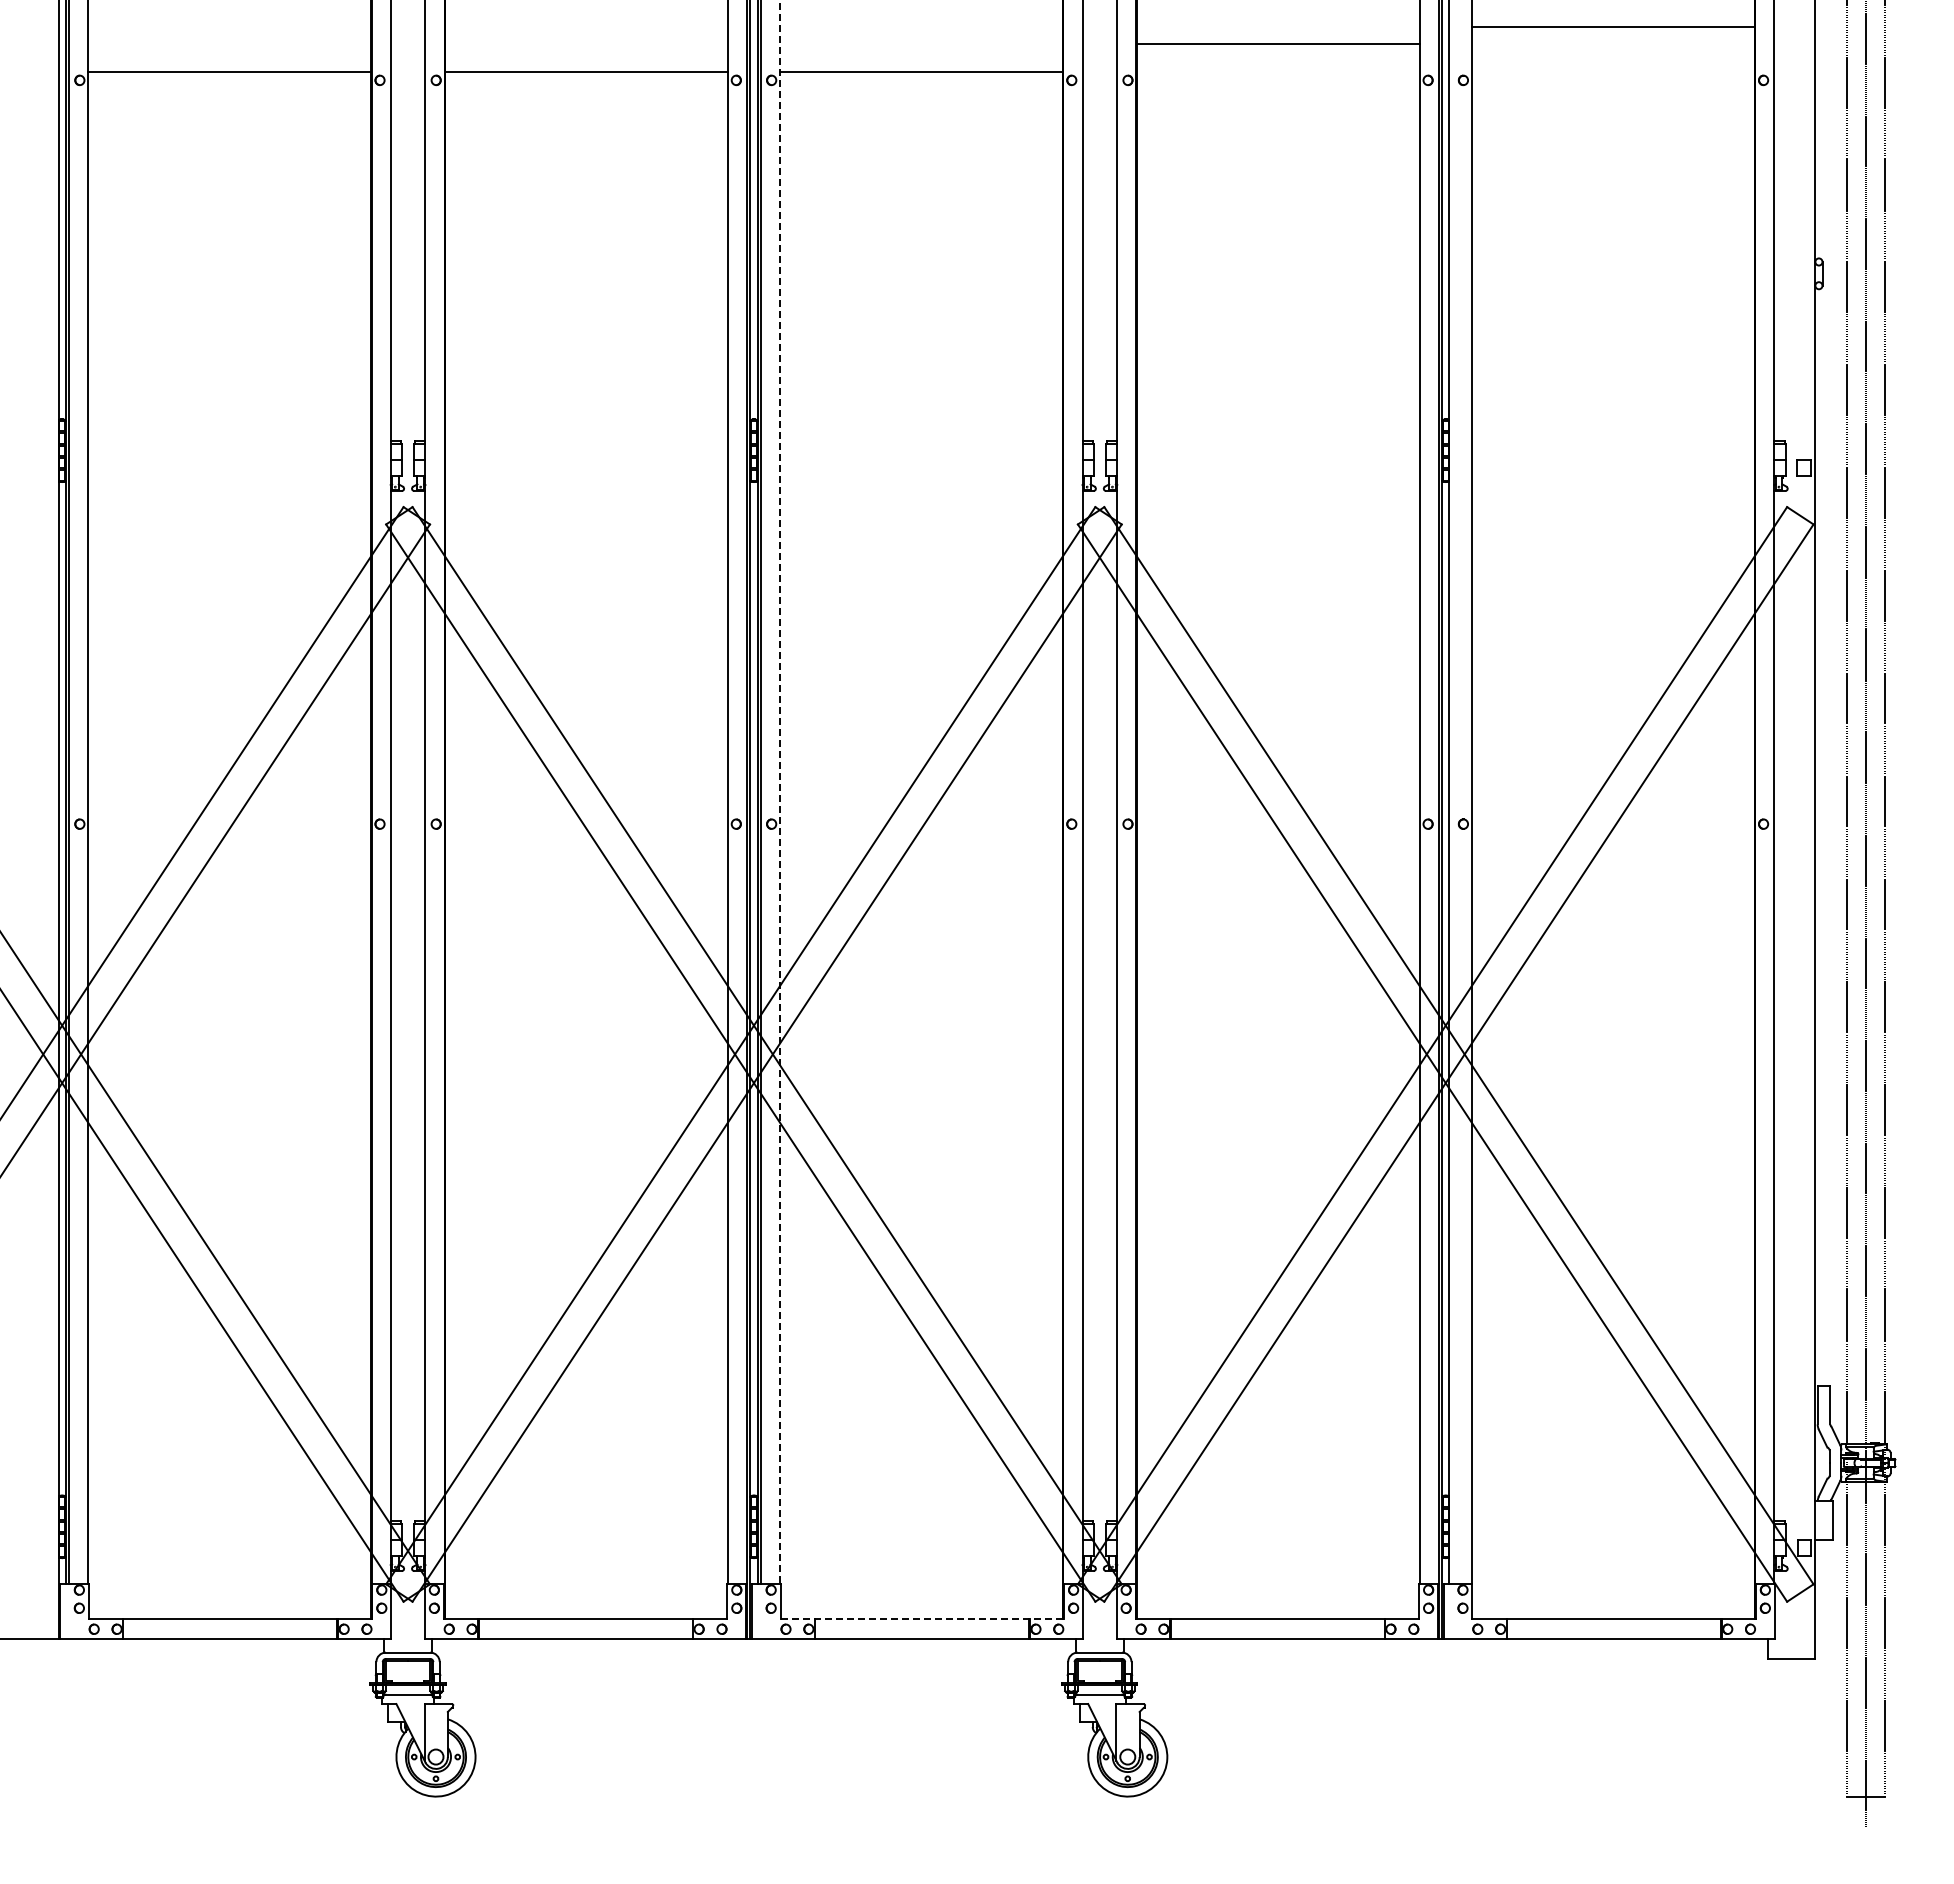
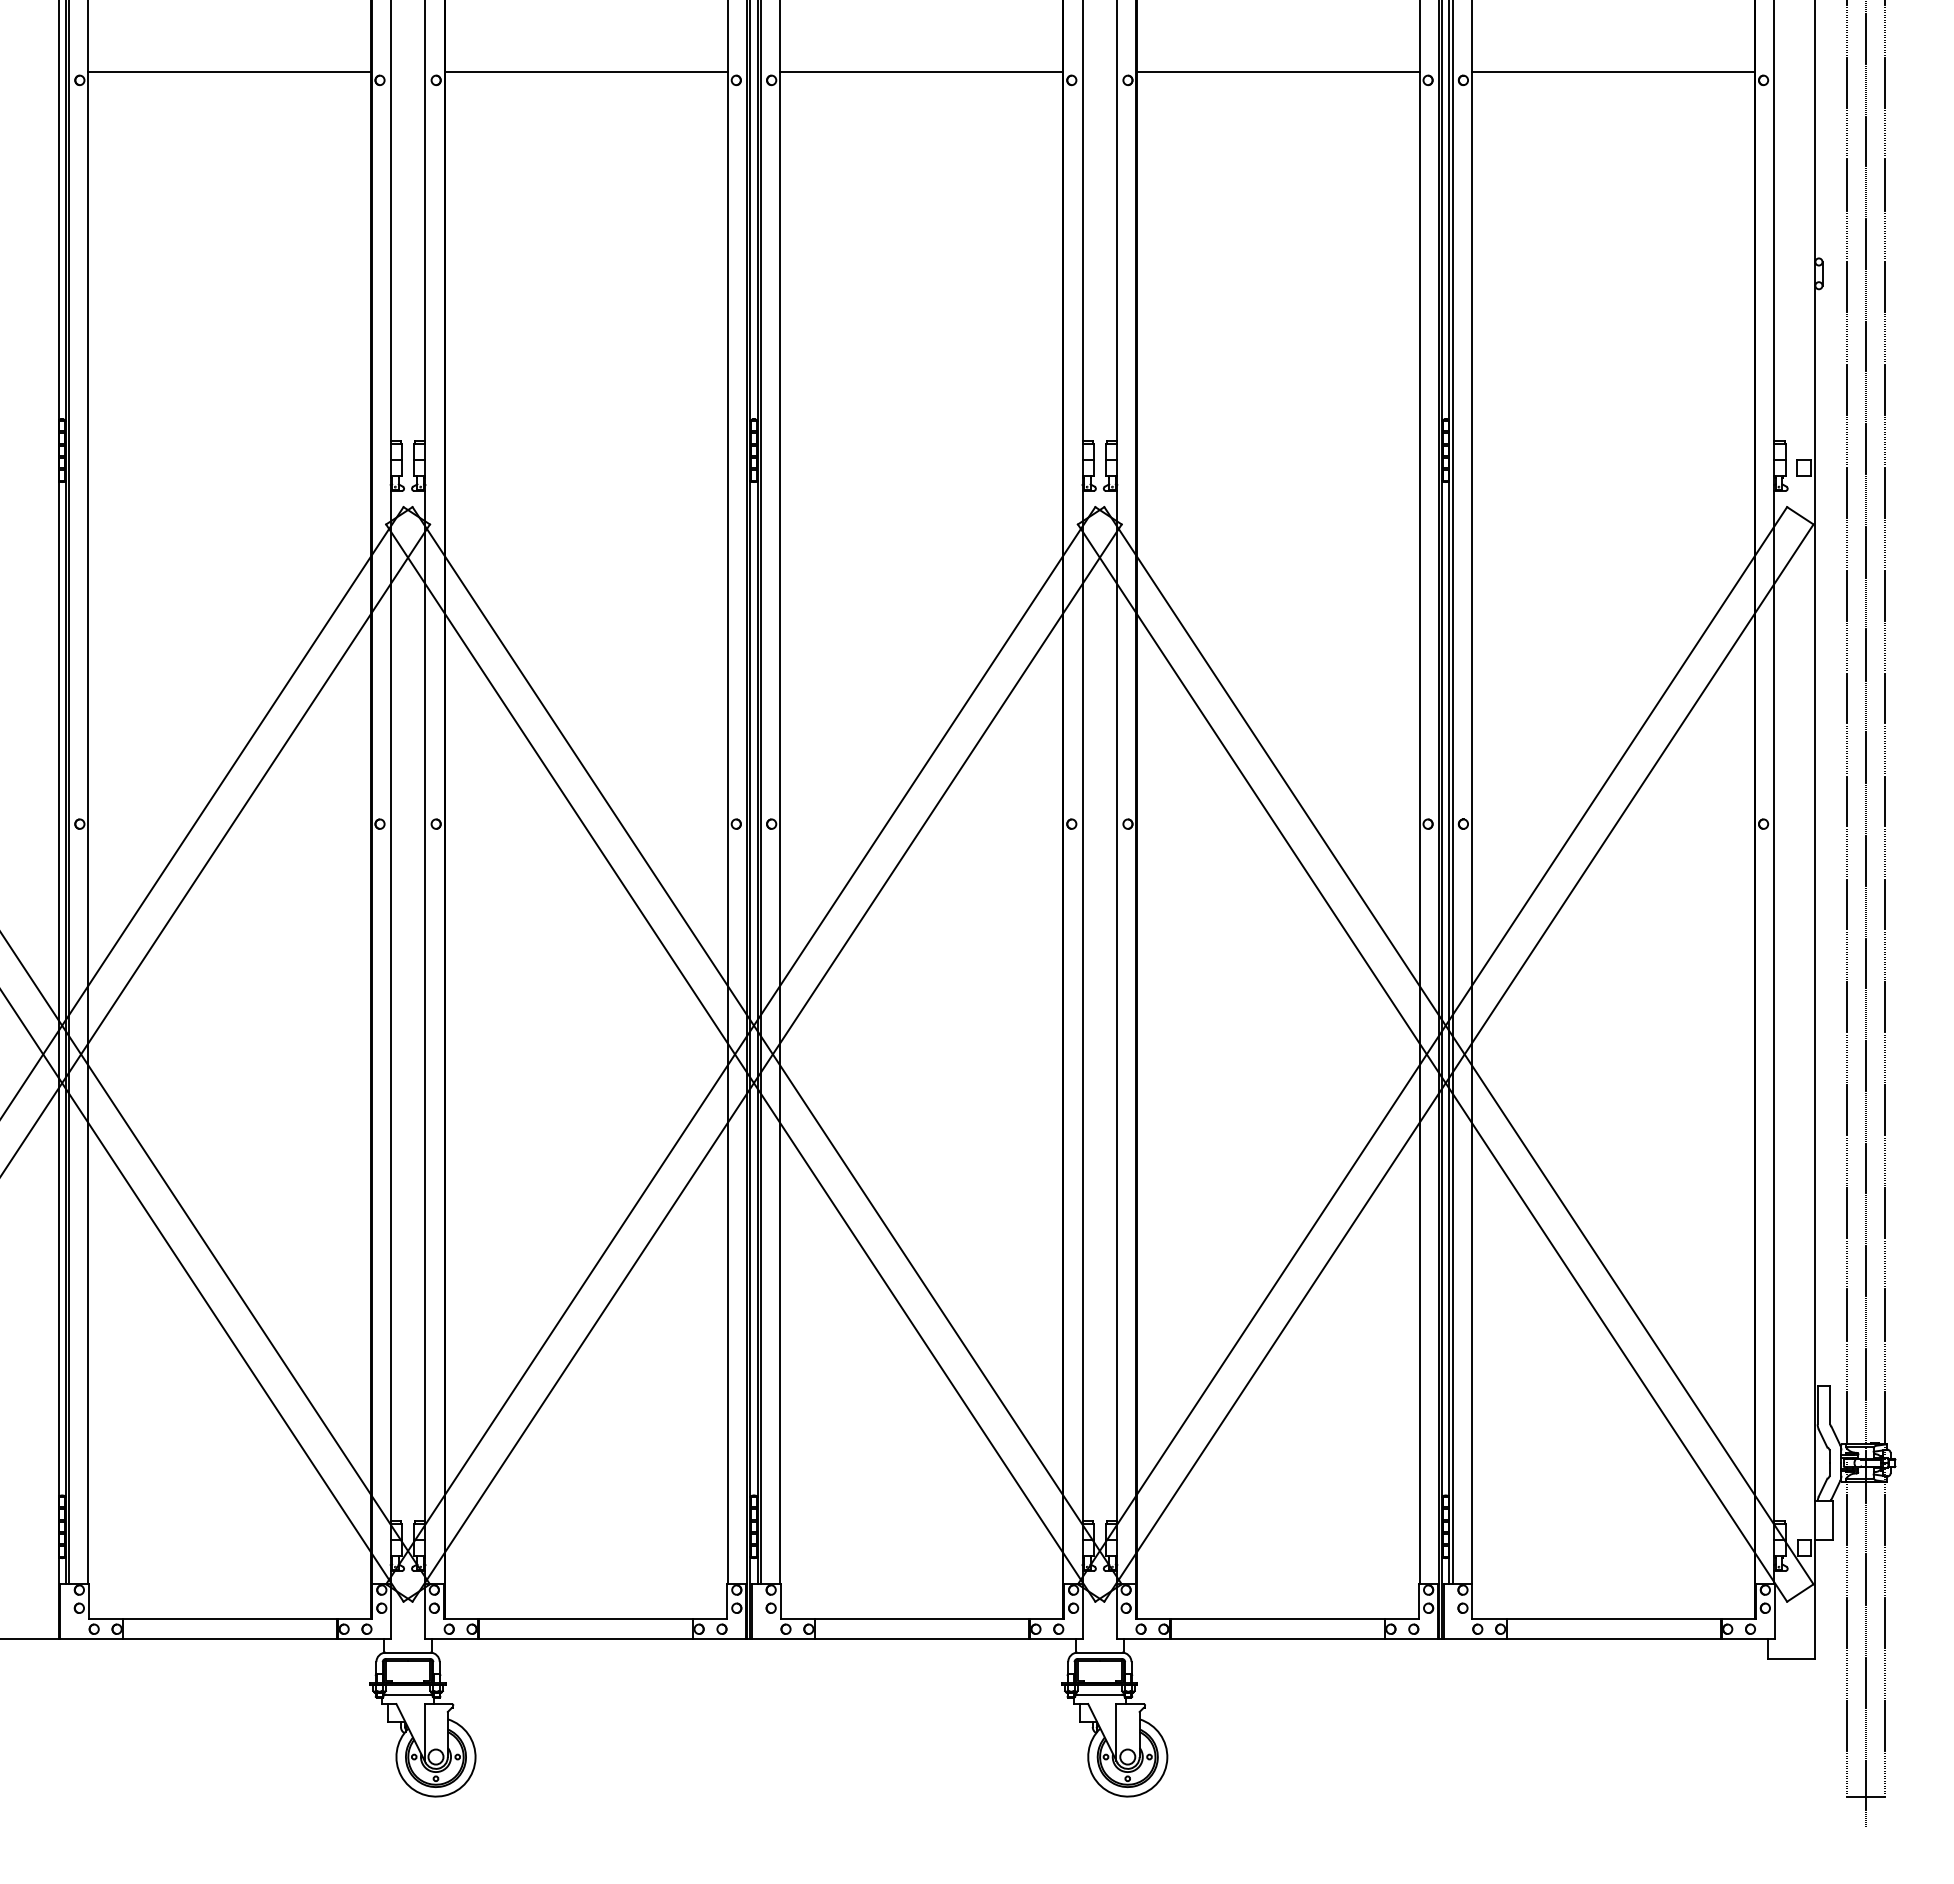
line at (1612, 27) position: (1612, 27) -> (1612, 72)
line at (1277, 44) position: (1277, 44) -> (1277, 72)
line at (780, 792): dashed -> solid
line at (1452, 792): none -> present
line at (922, 1619): dashed -> solid
